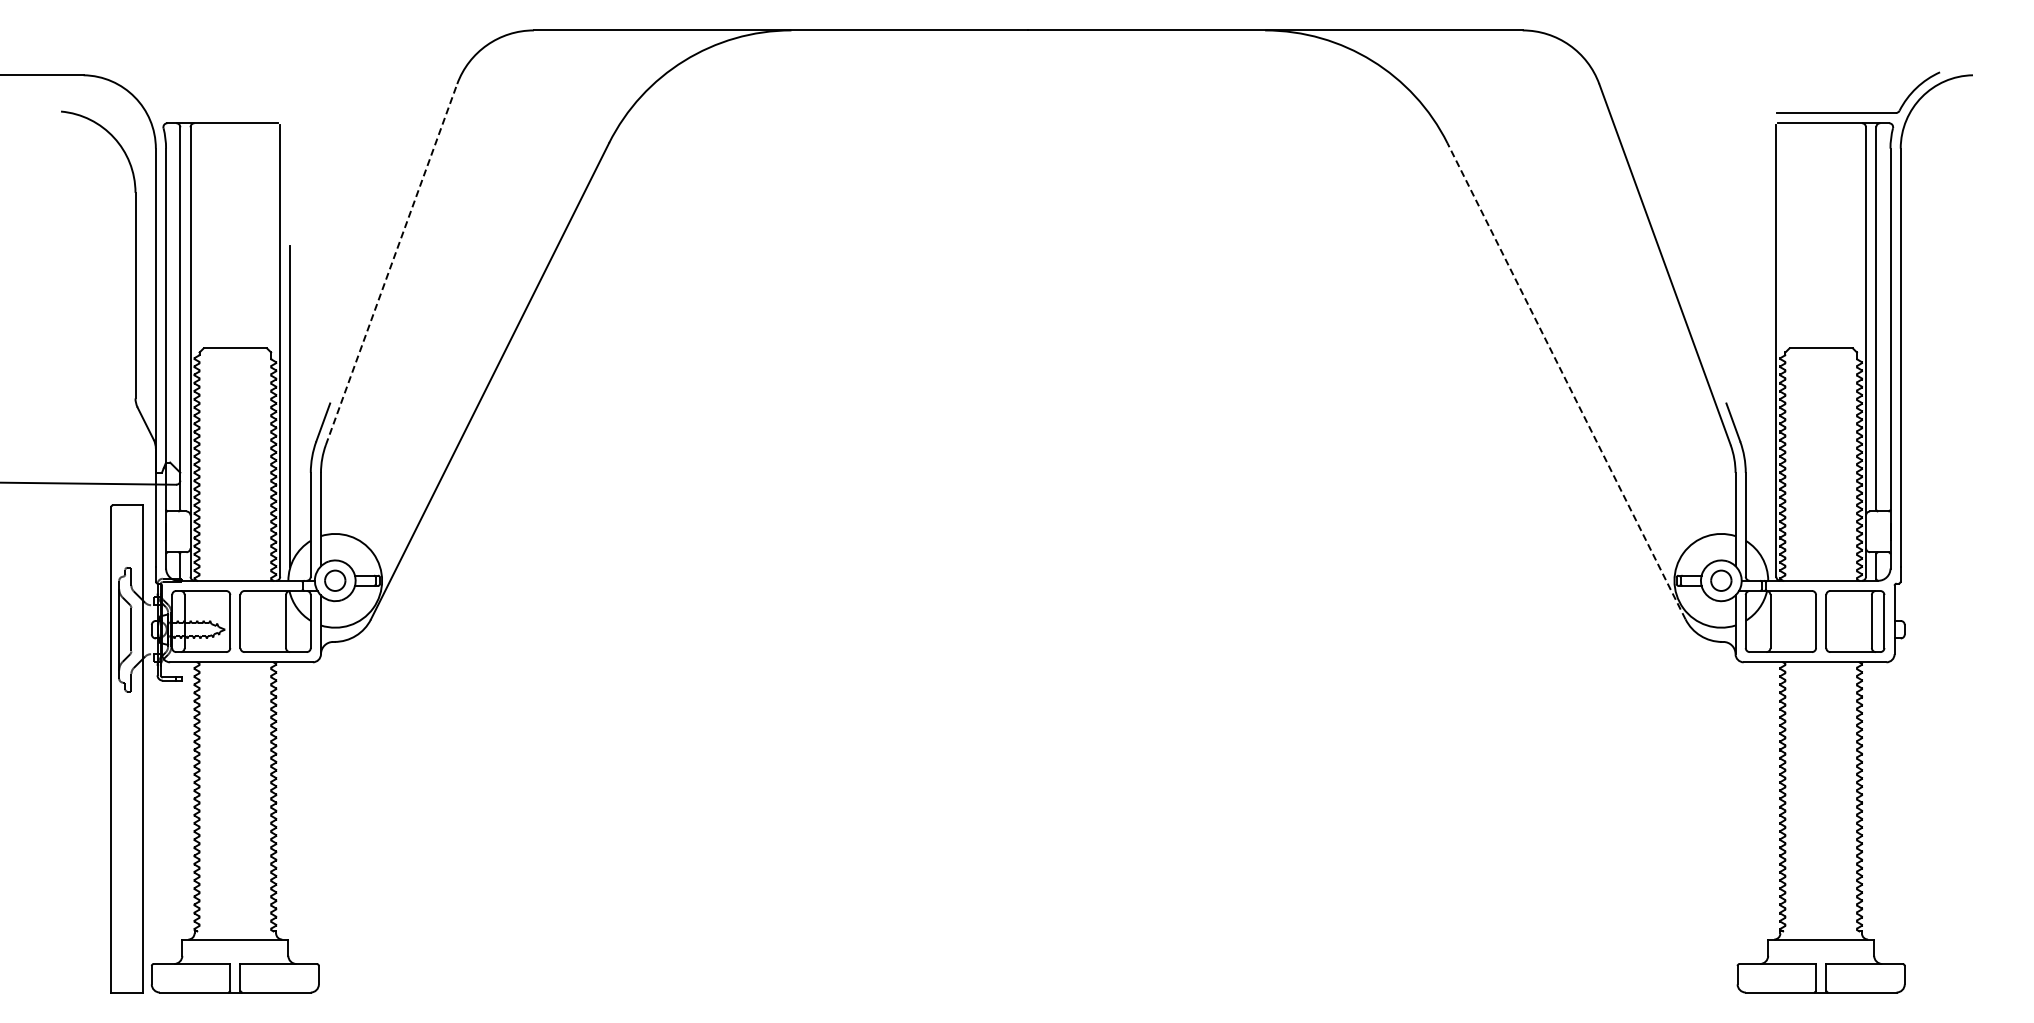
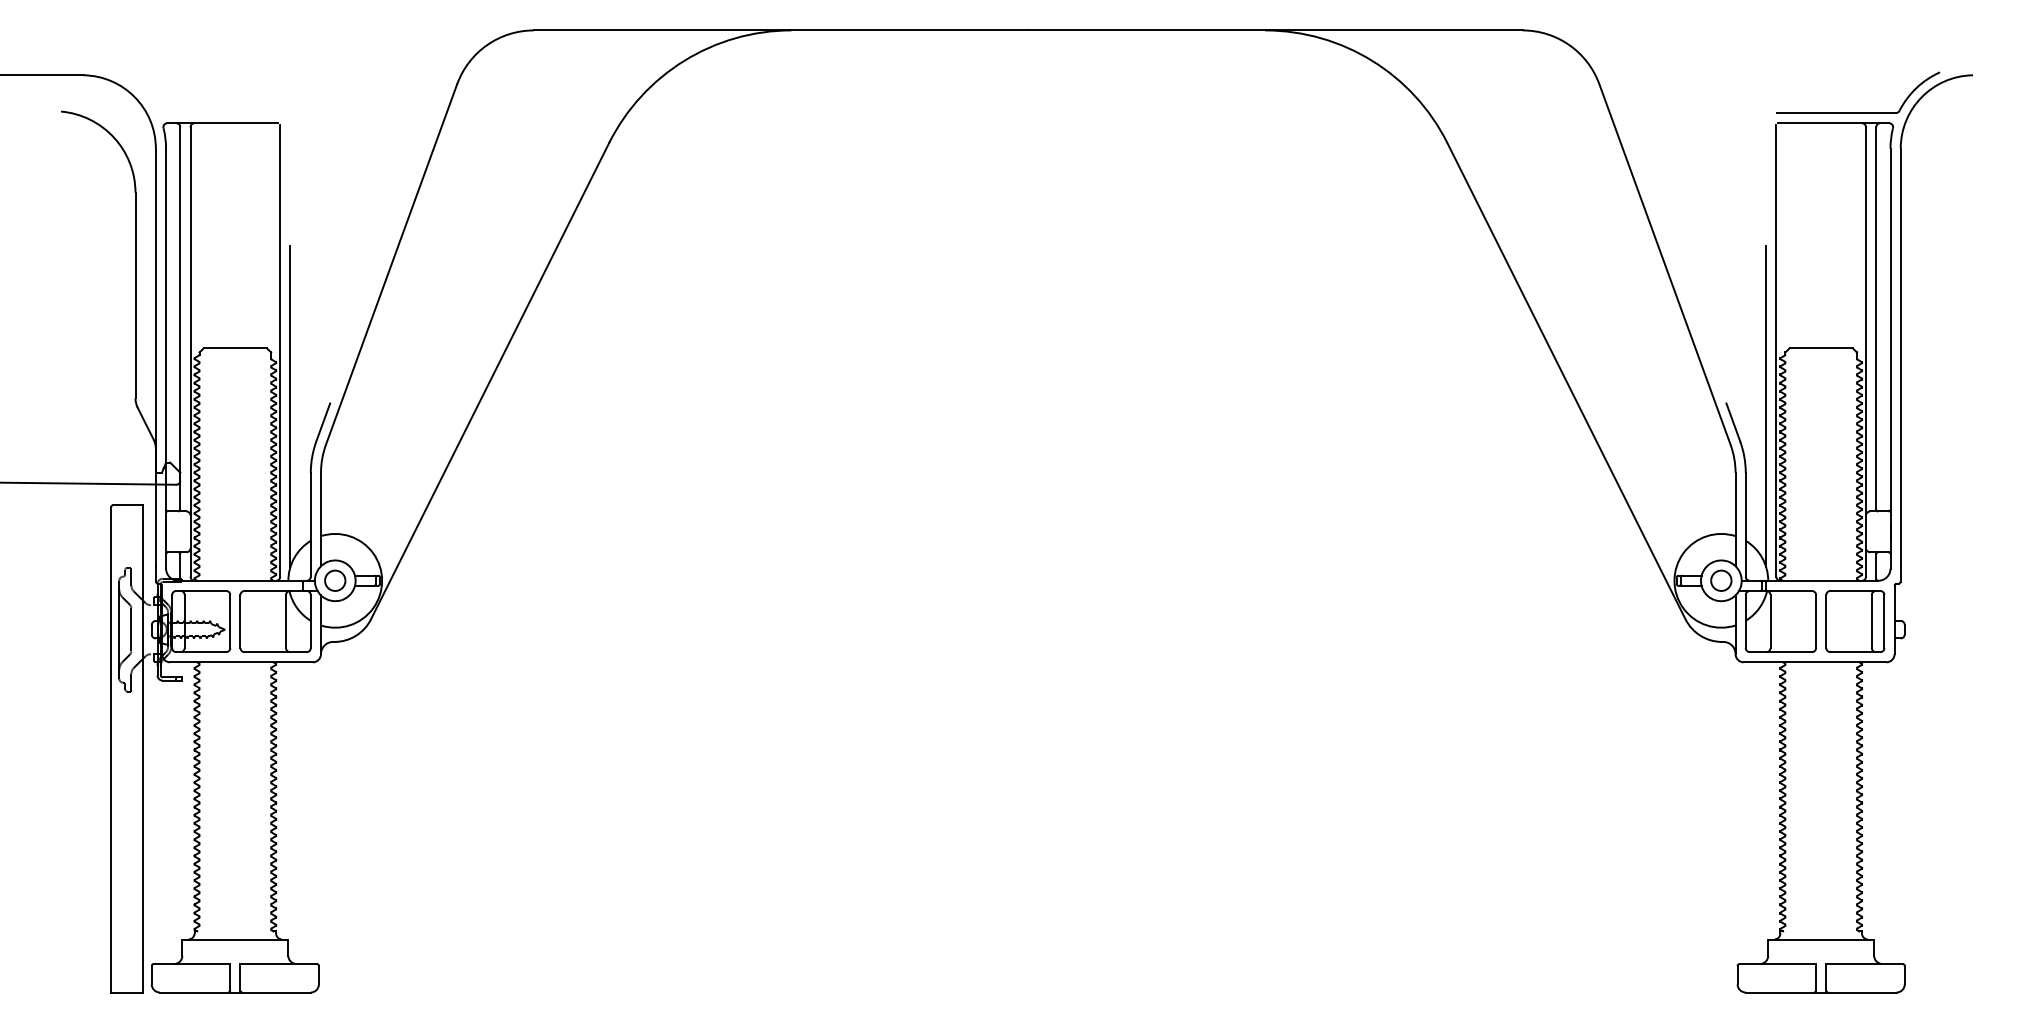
line at (391, 264): dashed -> solid
line at (1566, 380): dashed -> solid
line at (1766, 406): none -> present
